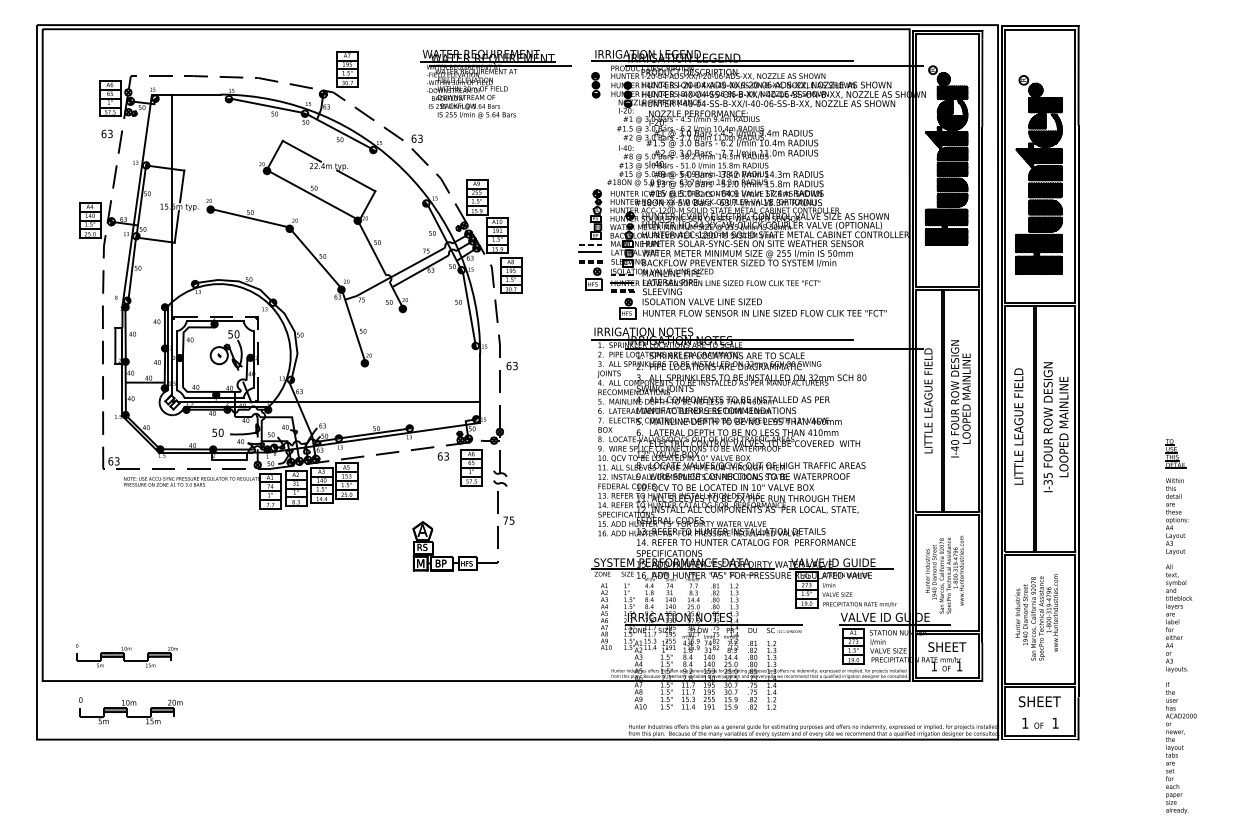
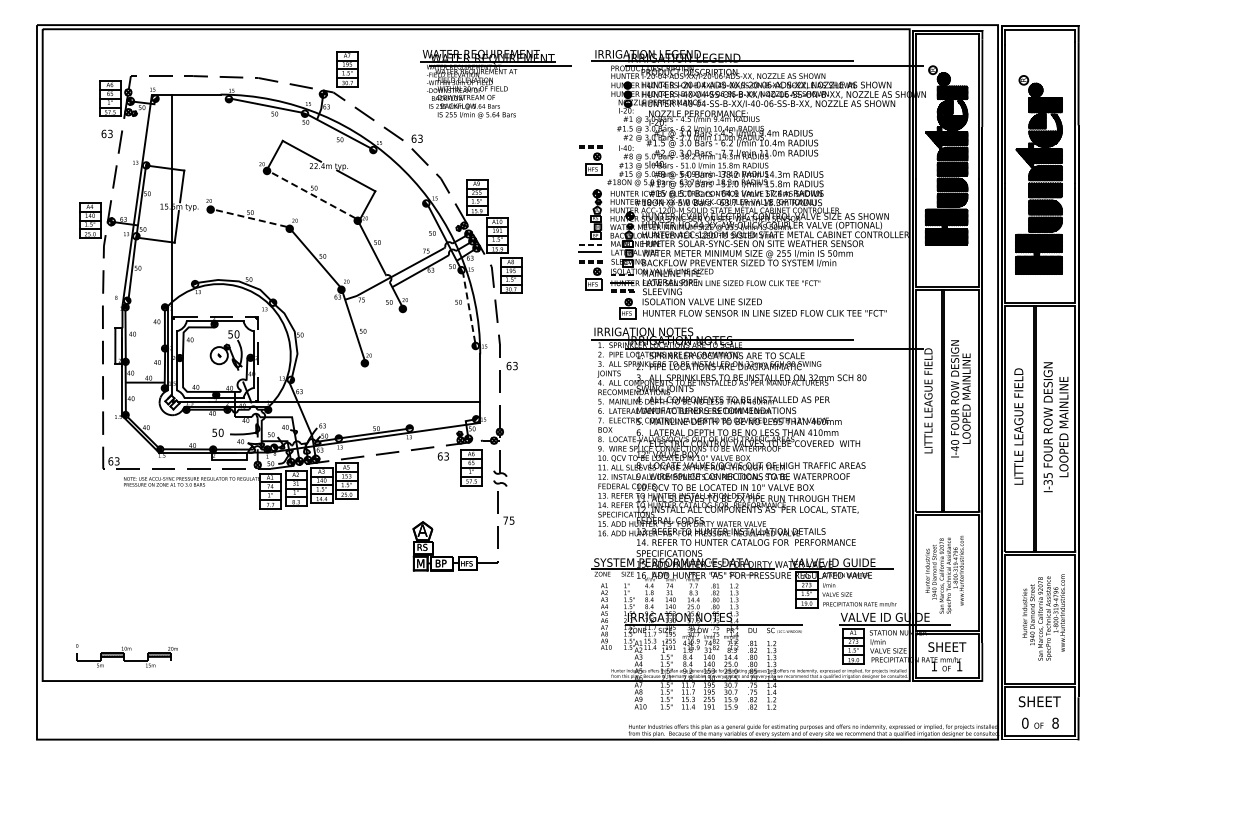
part at (595, 85): present -> none
part at (590, 160): none -> present
line at (312, 195): solid -> dashed
line at (250, 218): solid -> dashed
line at (469, 307): solid -> dashed
text at (1036, 617) position: (1036, 617) -> (1043, 617)
part at (1180, 626): present -> none
part at (130, 710): present -> none
text at (1025, 722): 1 -> 0
text at (1055, 722): 1 -> 8
